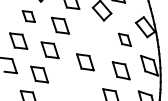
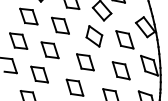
part at (28, 16) size: 15x13 px -> 20x19 px
part at (94, 36): none -> present
part at (124, 39) size: 14x15 px -> 20x20 px
part at (74, 87): none -> present
